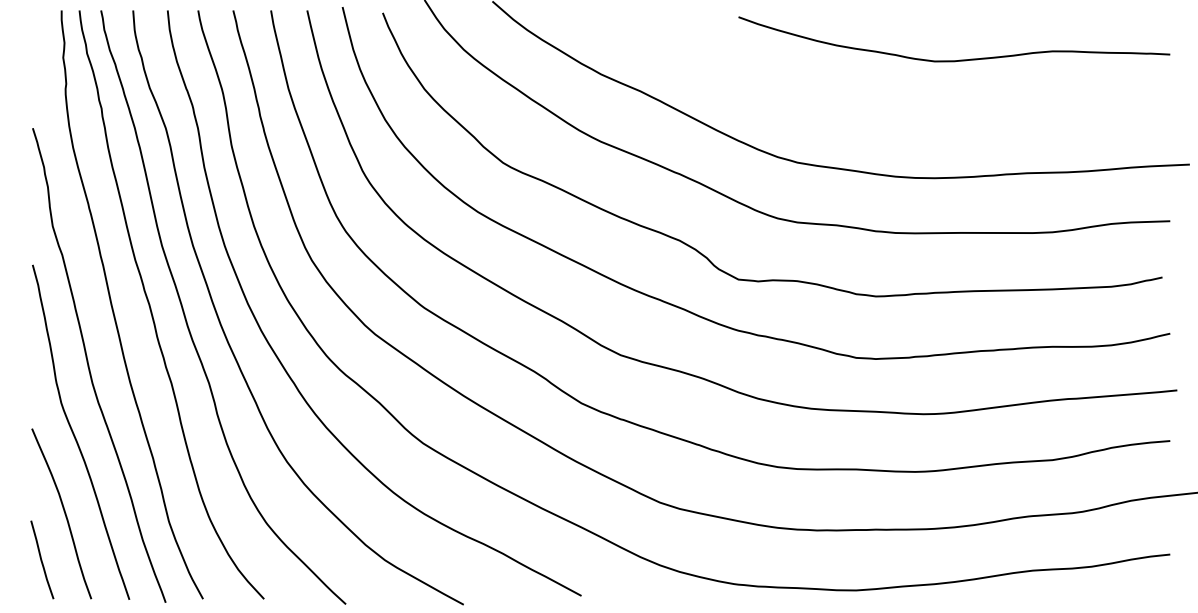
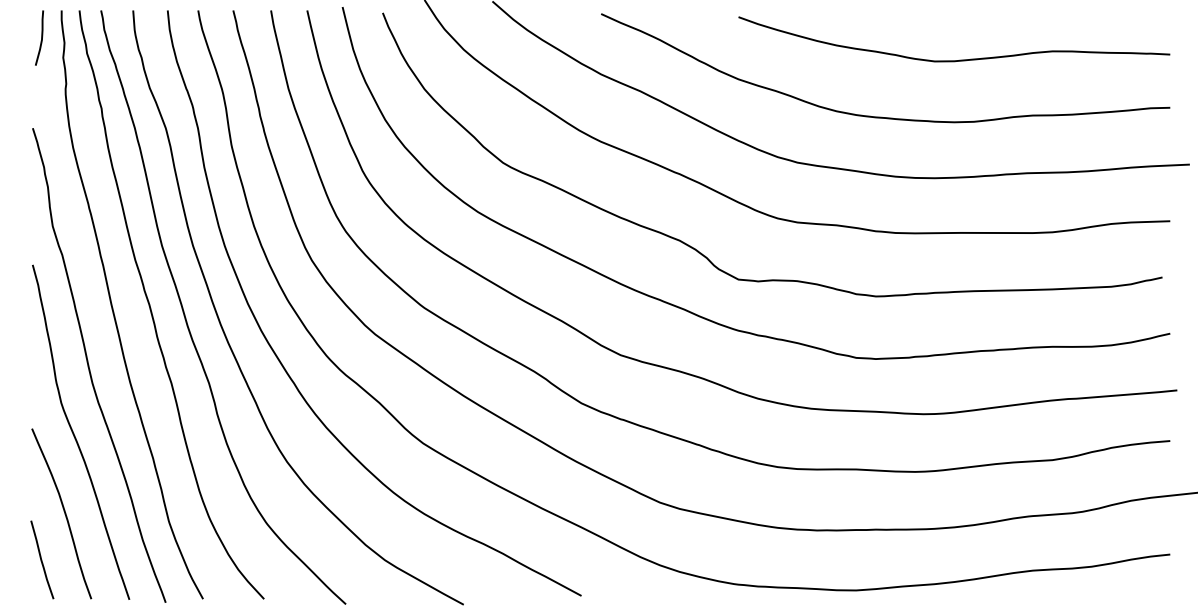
curve at (41, 37): none -> present
curve at (881, 116): none -> present
